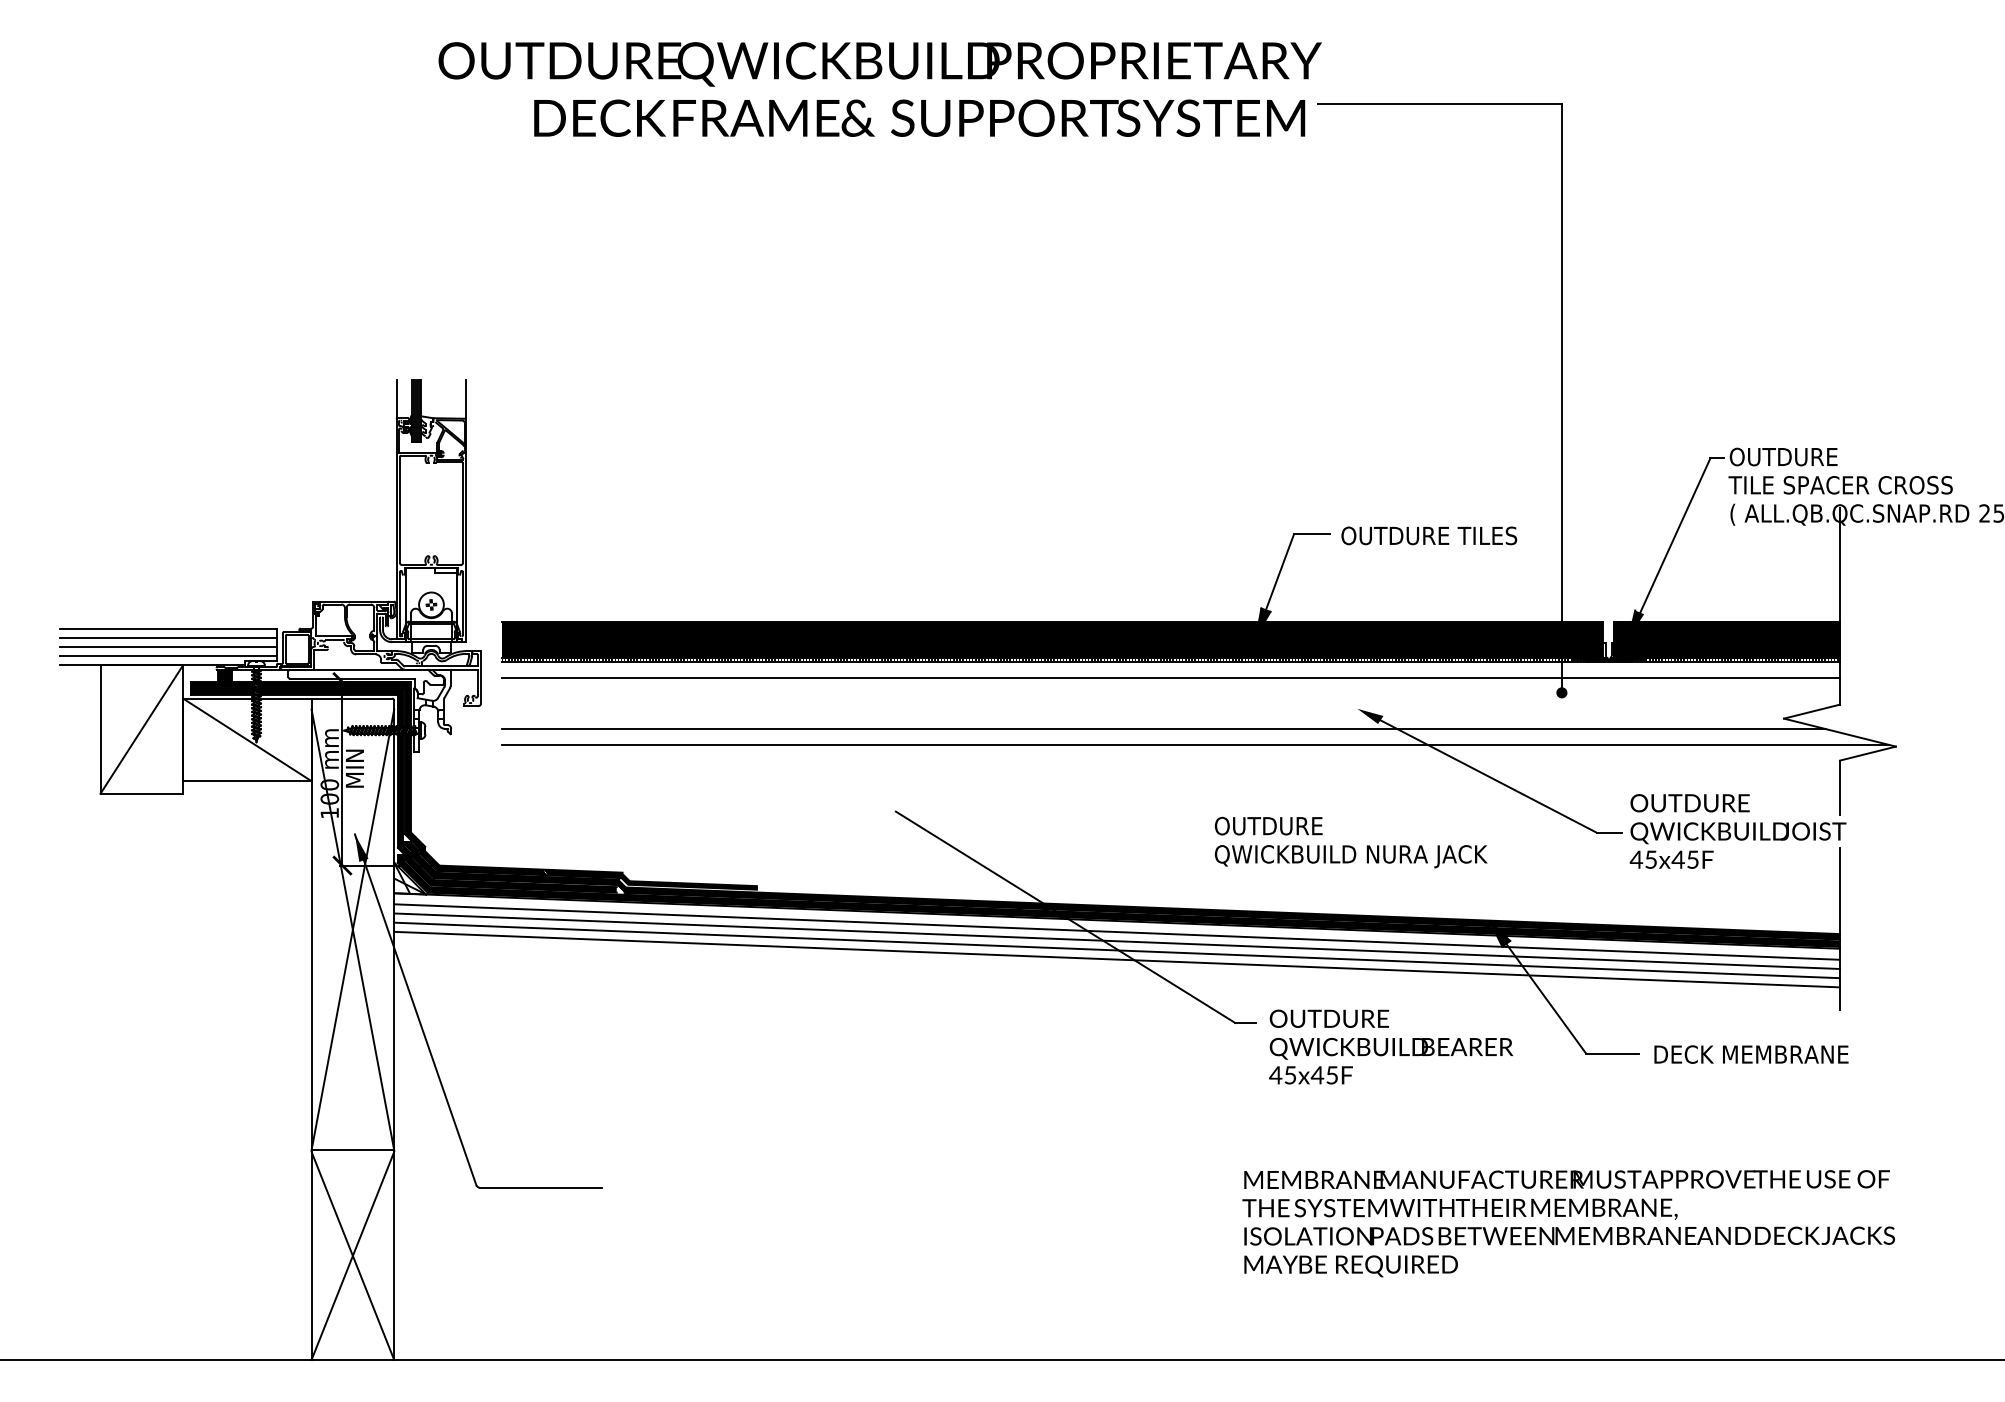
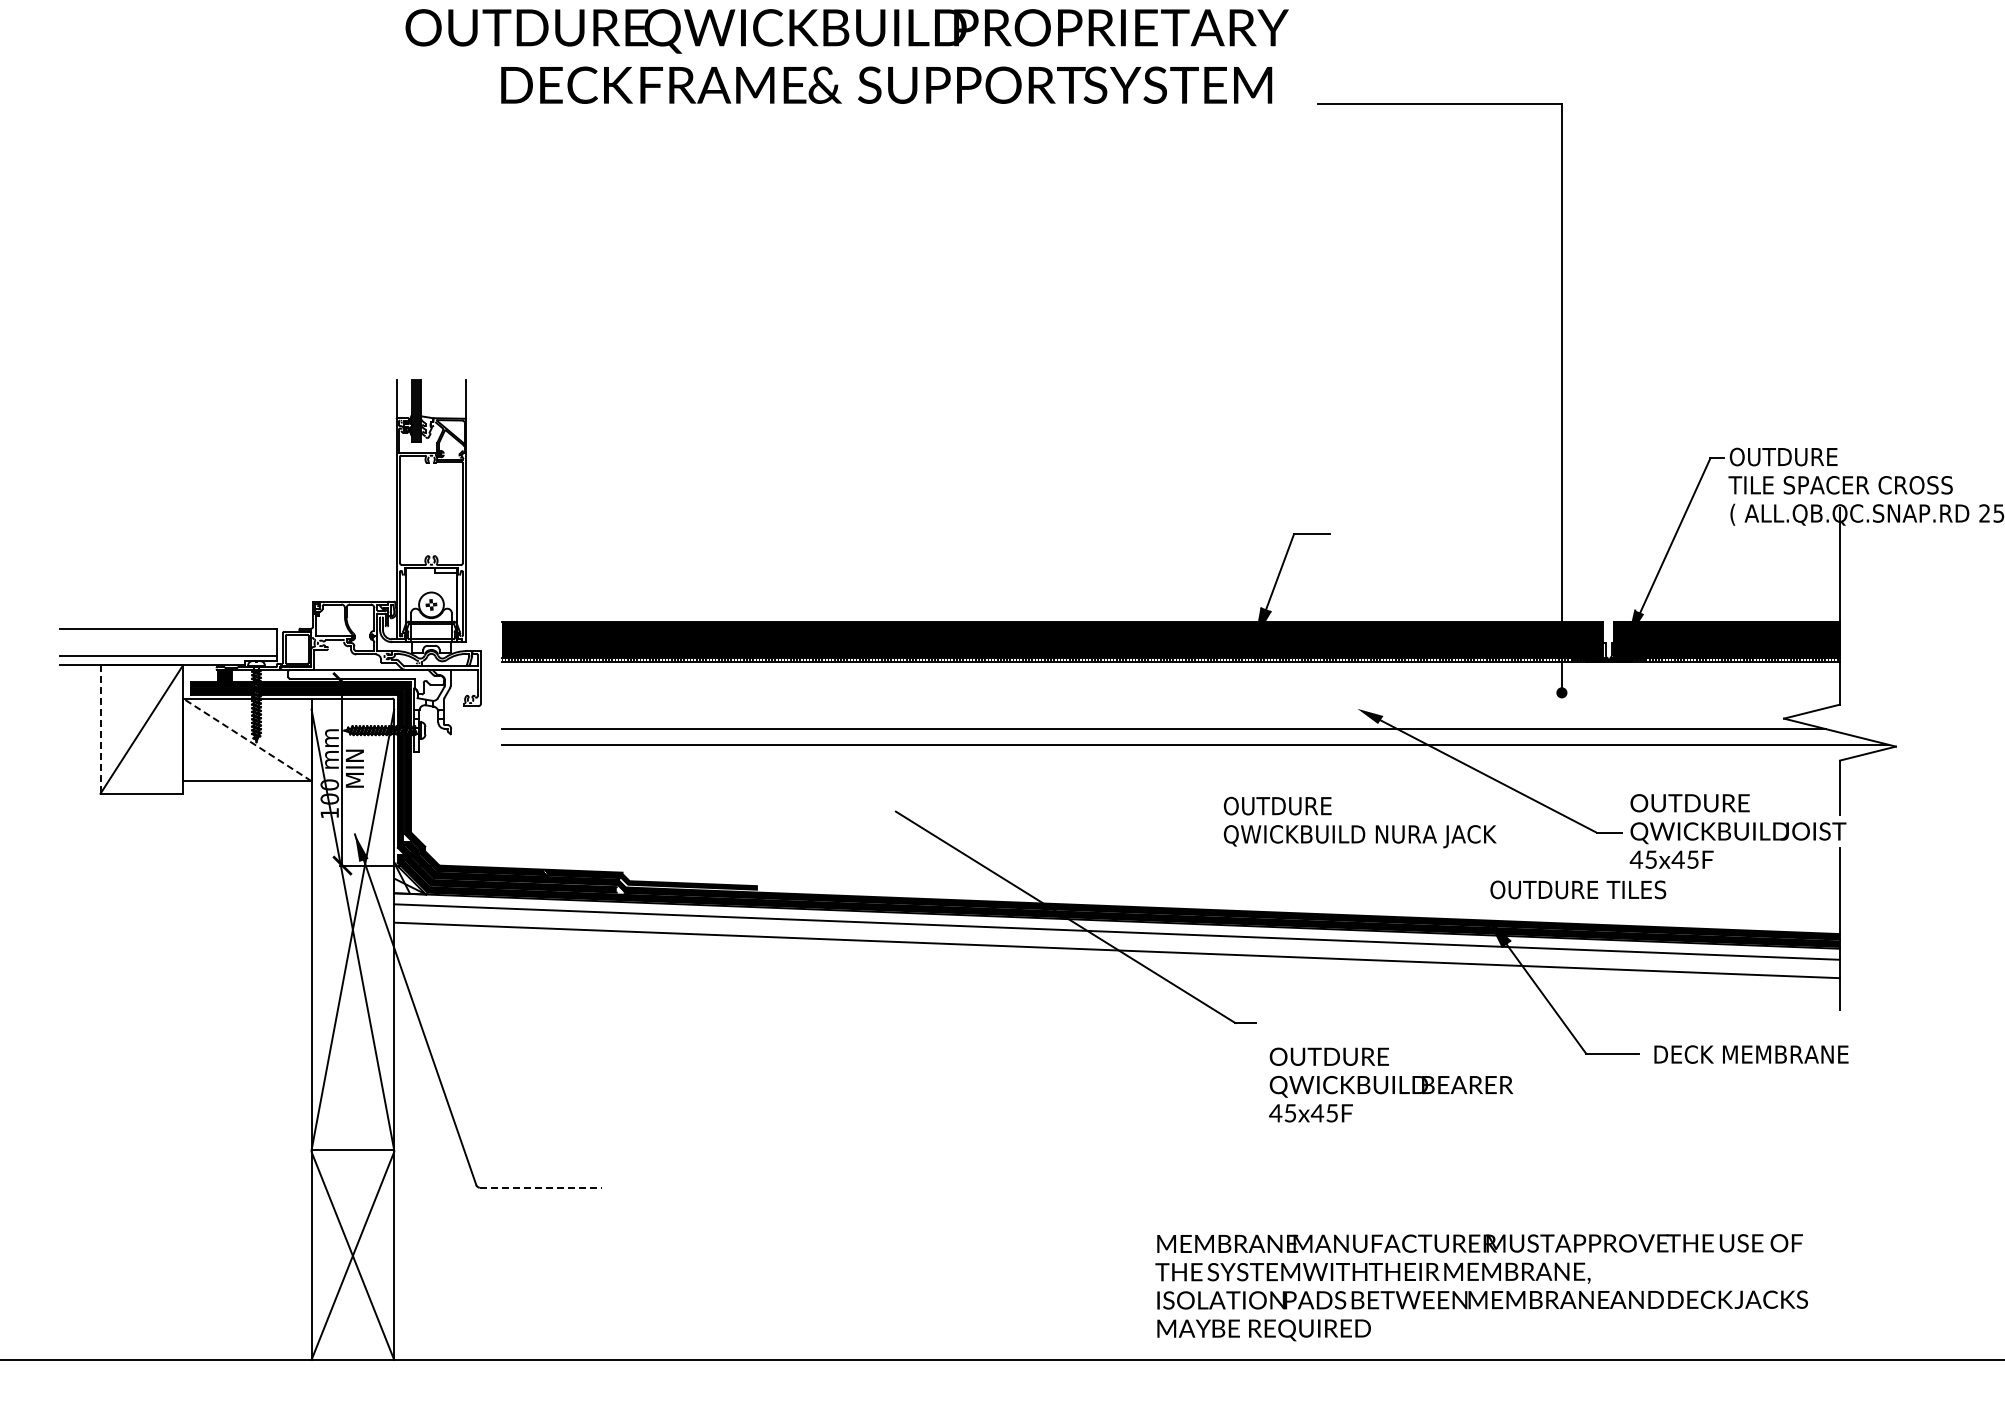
text at (879, 89) position: (879, 89) -> (846, 56)
text at (1429, 535) position: (1429, 535) -> (1578, 889)
line at (168, 637): present -> none
line at (168, 646): present -> none
line at (1170, 677): present -> none
line at (100, 730): solid -> dashed
line at (246, 739): solid -> dashed
text at (1350, 842) position: (1350, 842) -> (1359, 822)
line at (1116, 940): present -> none
line at (1116, 959): present -> none
text at (1391, 1046) position: (1391, 1046) -> (1391, 1084)
line at (541, 1187): solid -> dashed
text at (1568, 1223) position: (1568, 1223) -> (1481, 1287)
